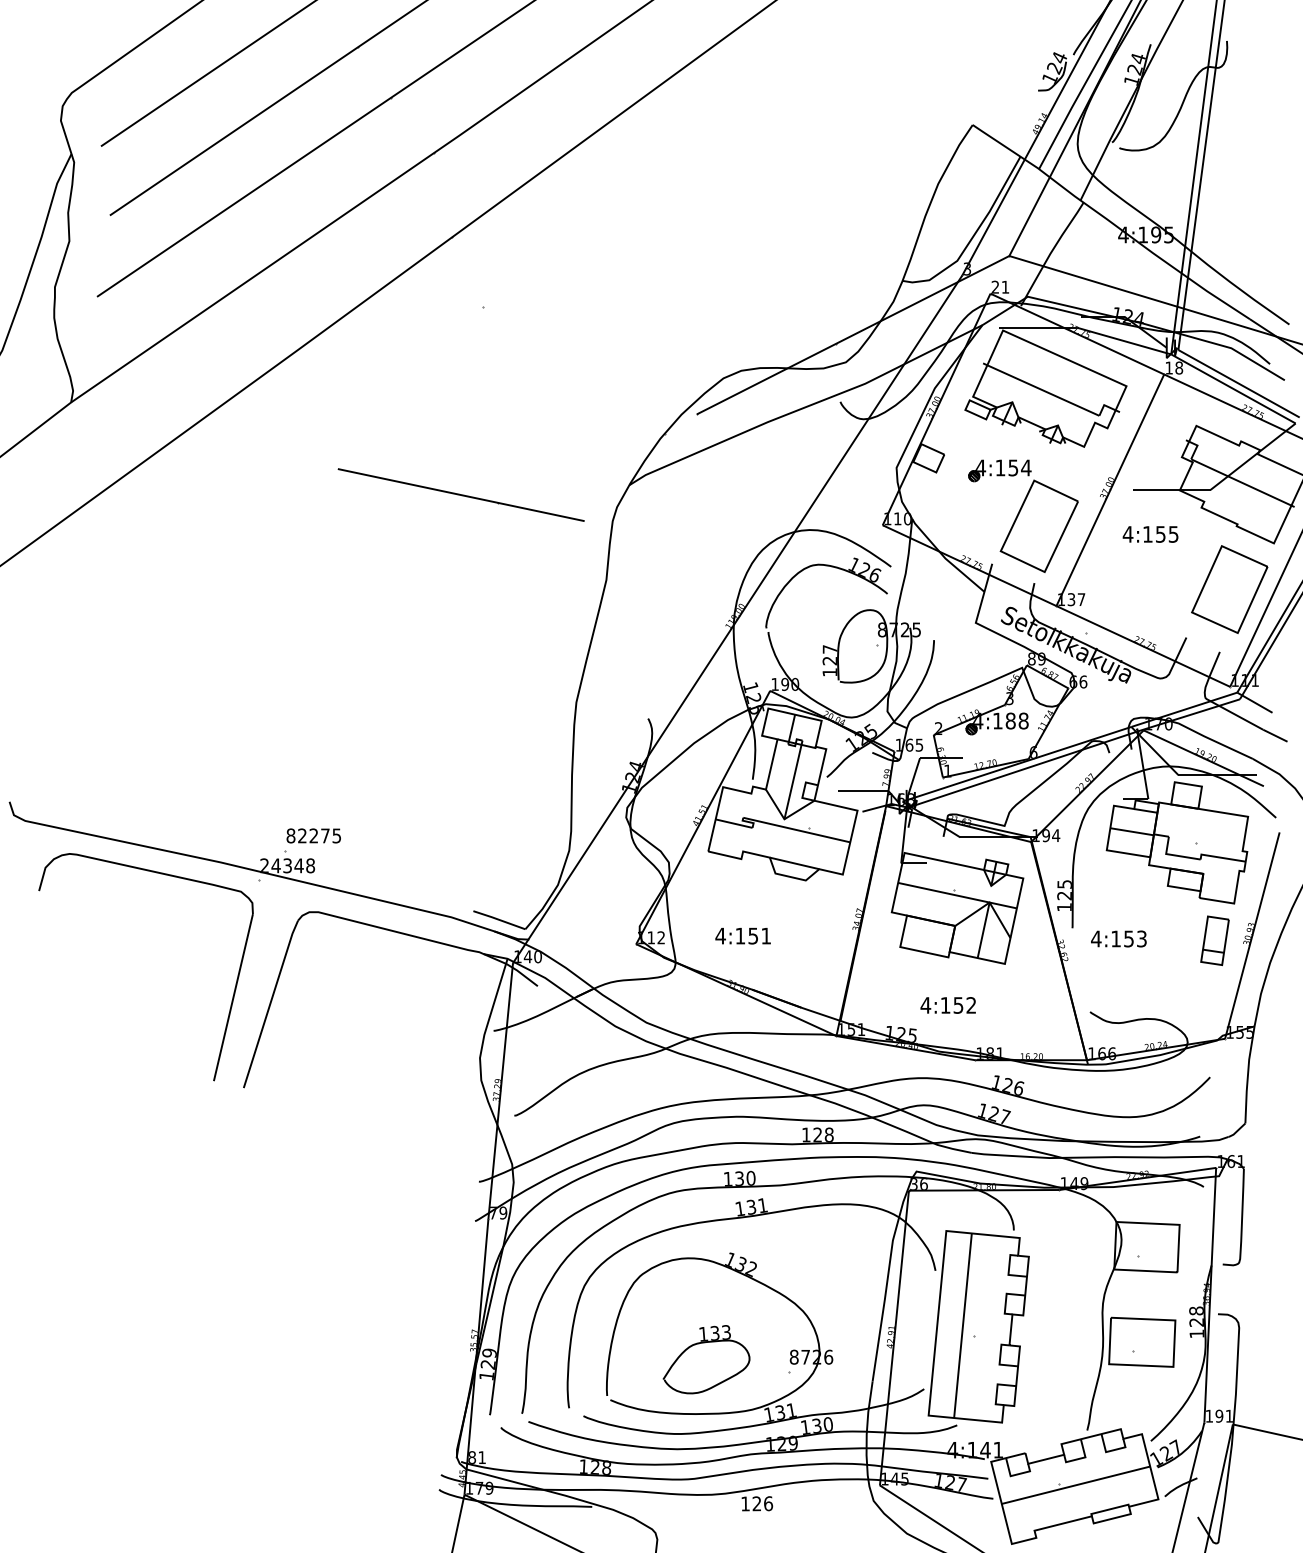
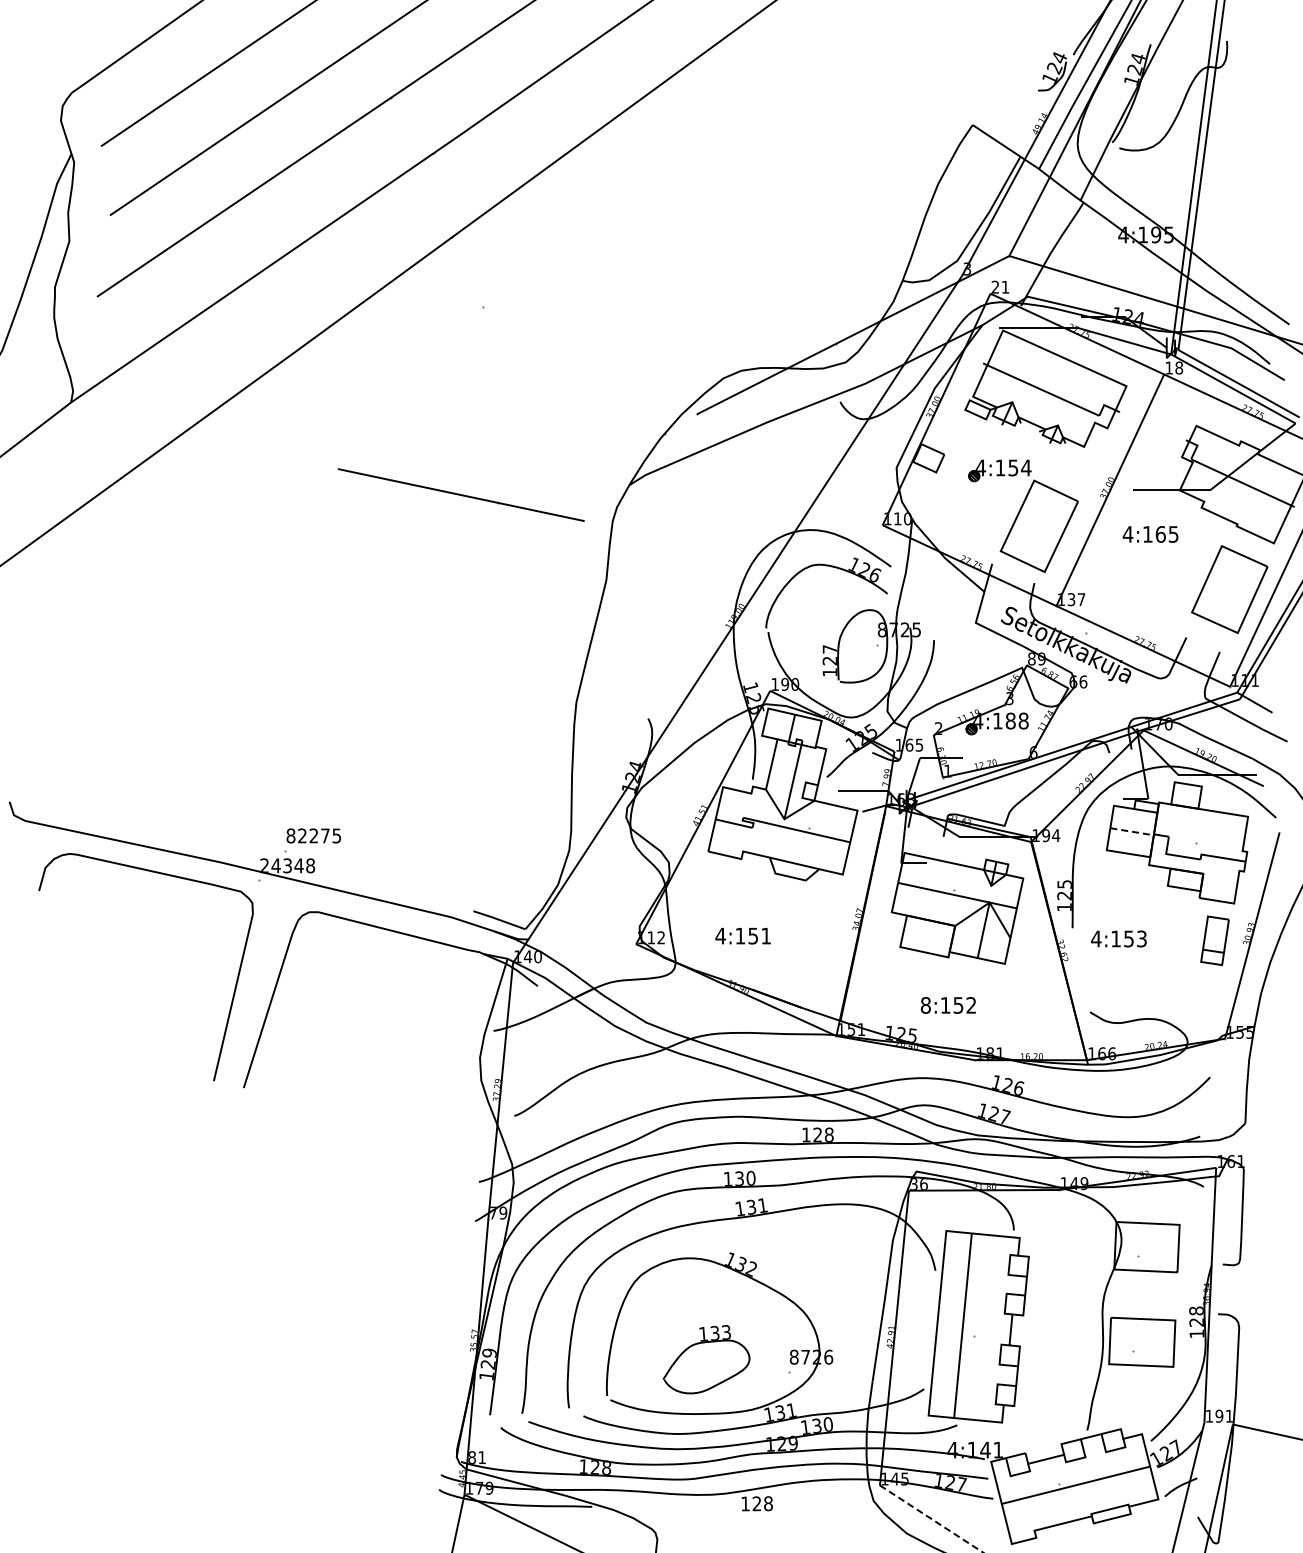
text at (1160, 534): 4:155 -> 4:165
line at (1132, 831): solid -> dashed
text at (925, 1005): 4:152 -> 8:152
text at (768, 1503): 126 -> 128
line at (931, 1519): solid -> dashed
